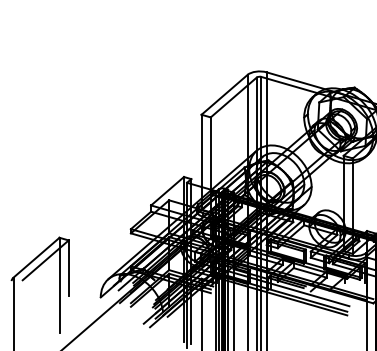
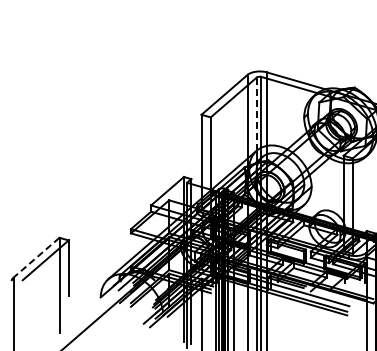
line at (256, 114): solid -> dashed
line at (36, 258): solid -> dashed
